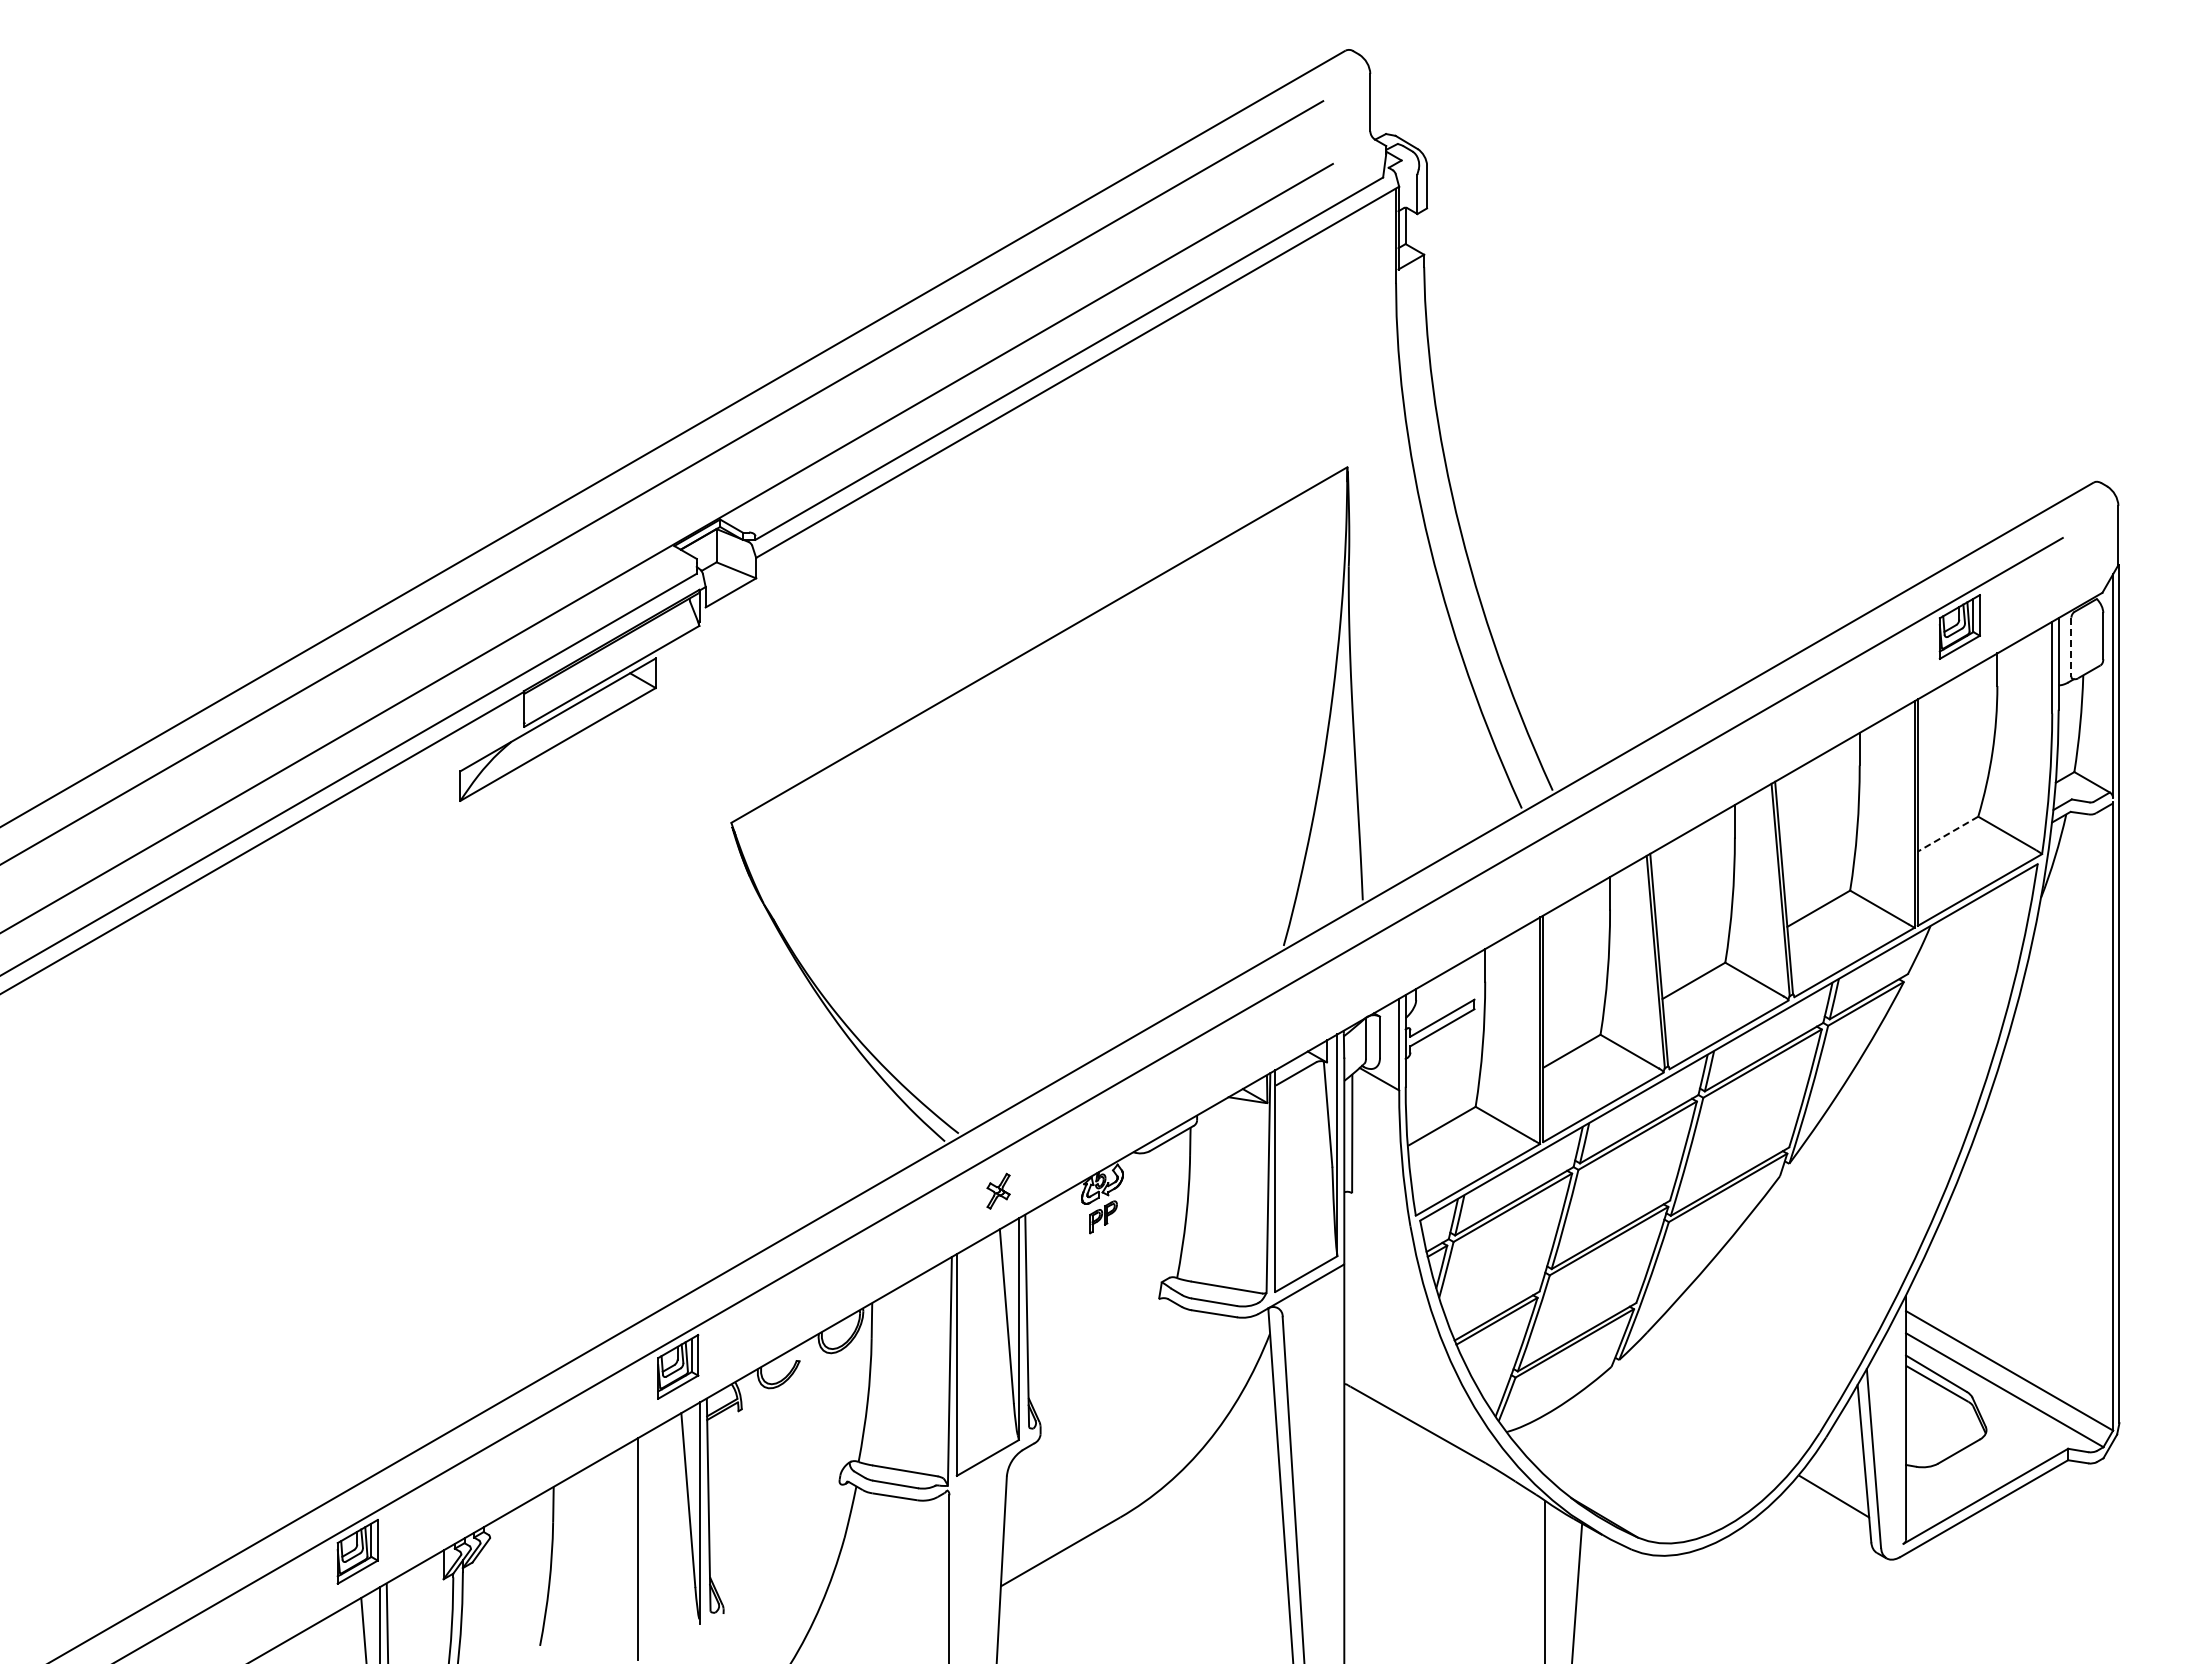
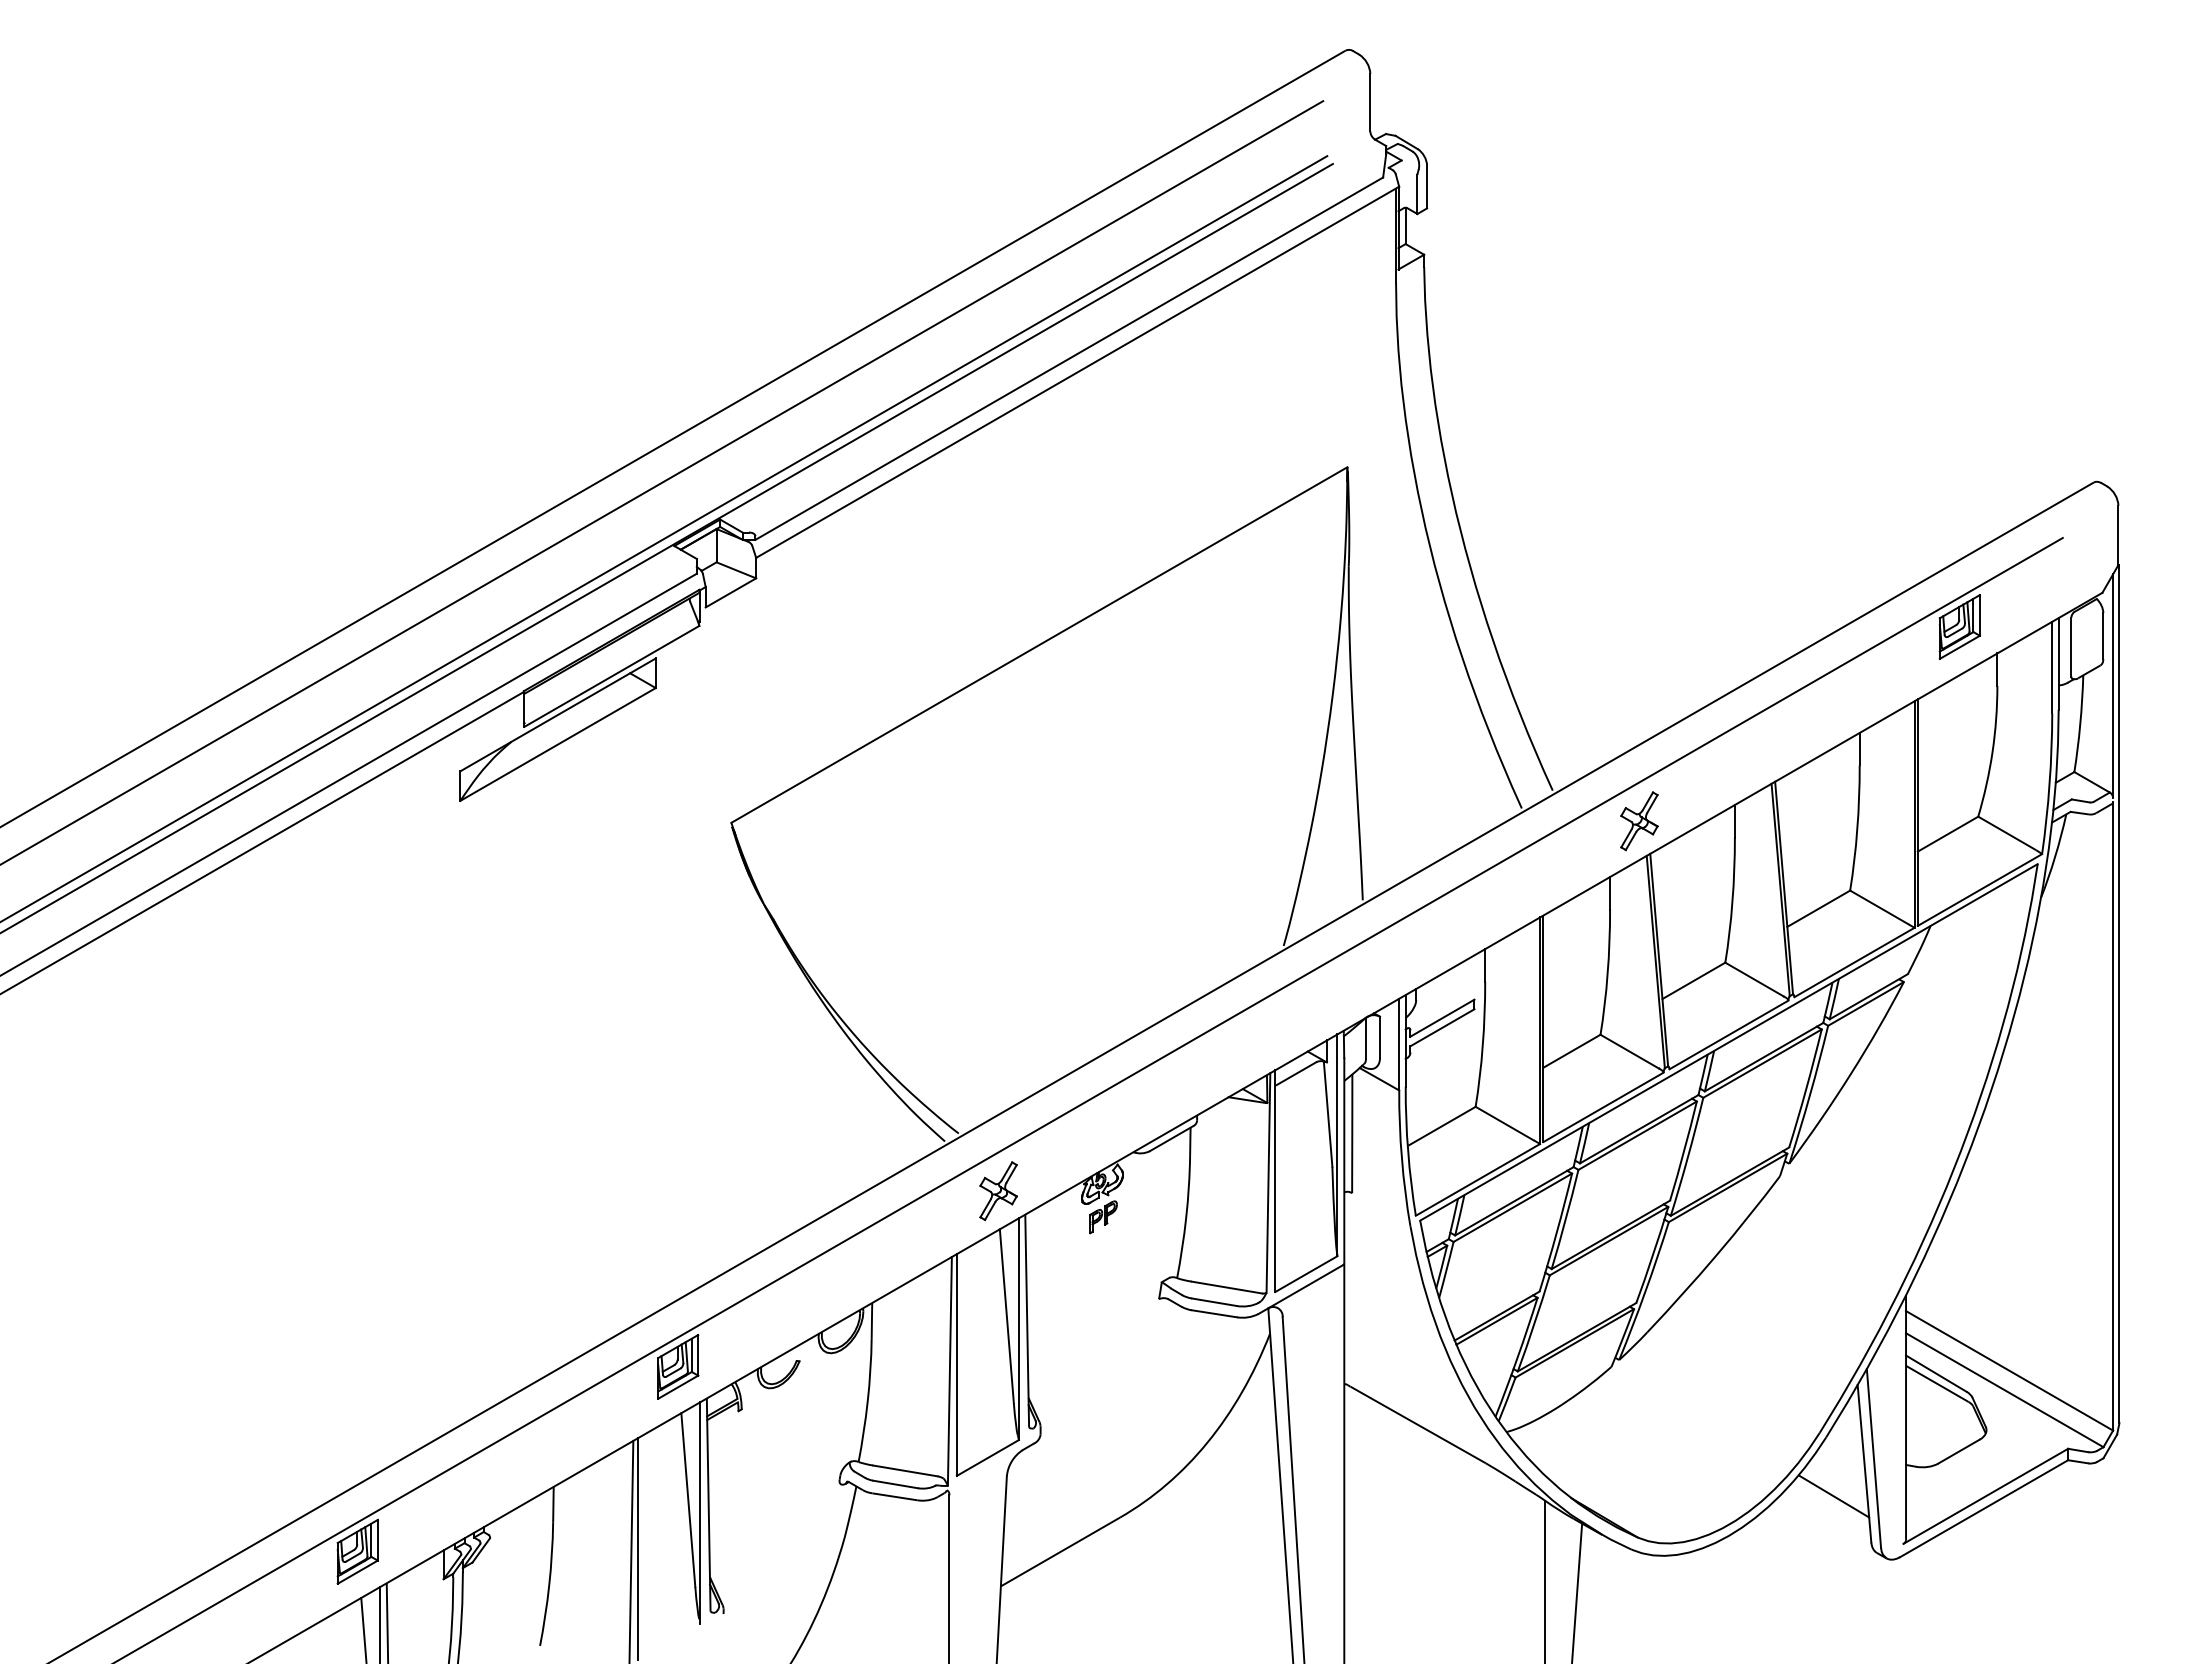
line at (664, 538): none -> present
line at (2071, 647): dashed -> solid
part at (1639, 821): none -> present
line at (1948, 834): dashed -> solid
part at (998, 1190) size: 25x38 px -> 39x61 px
line at (631, 1550): none -> present
